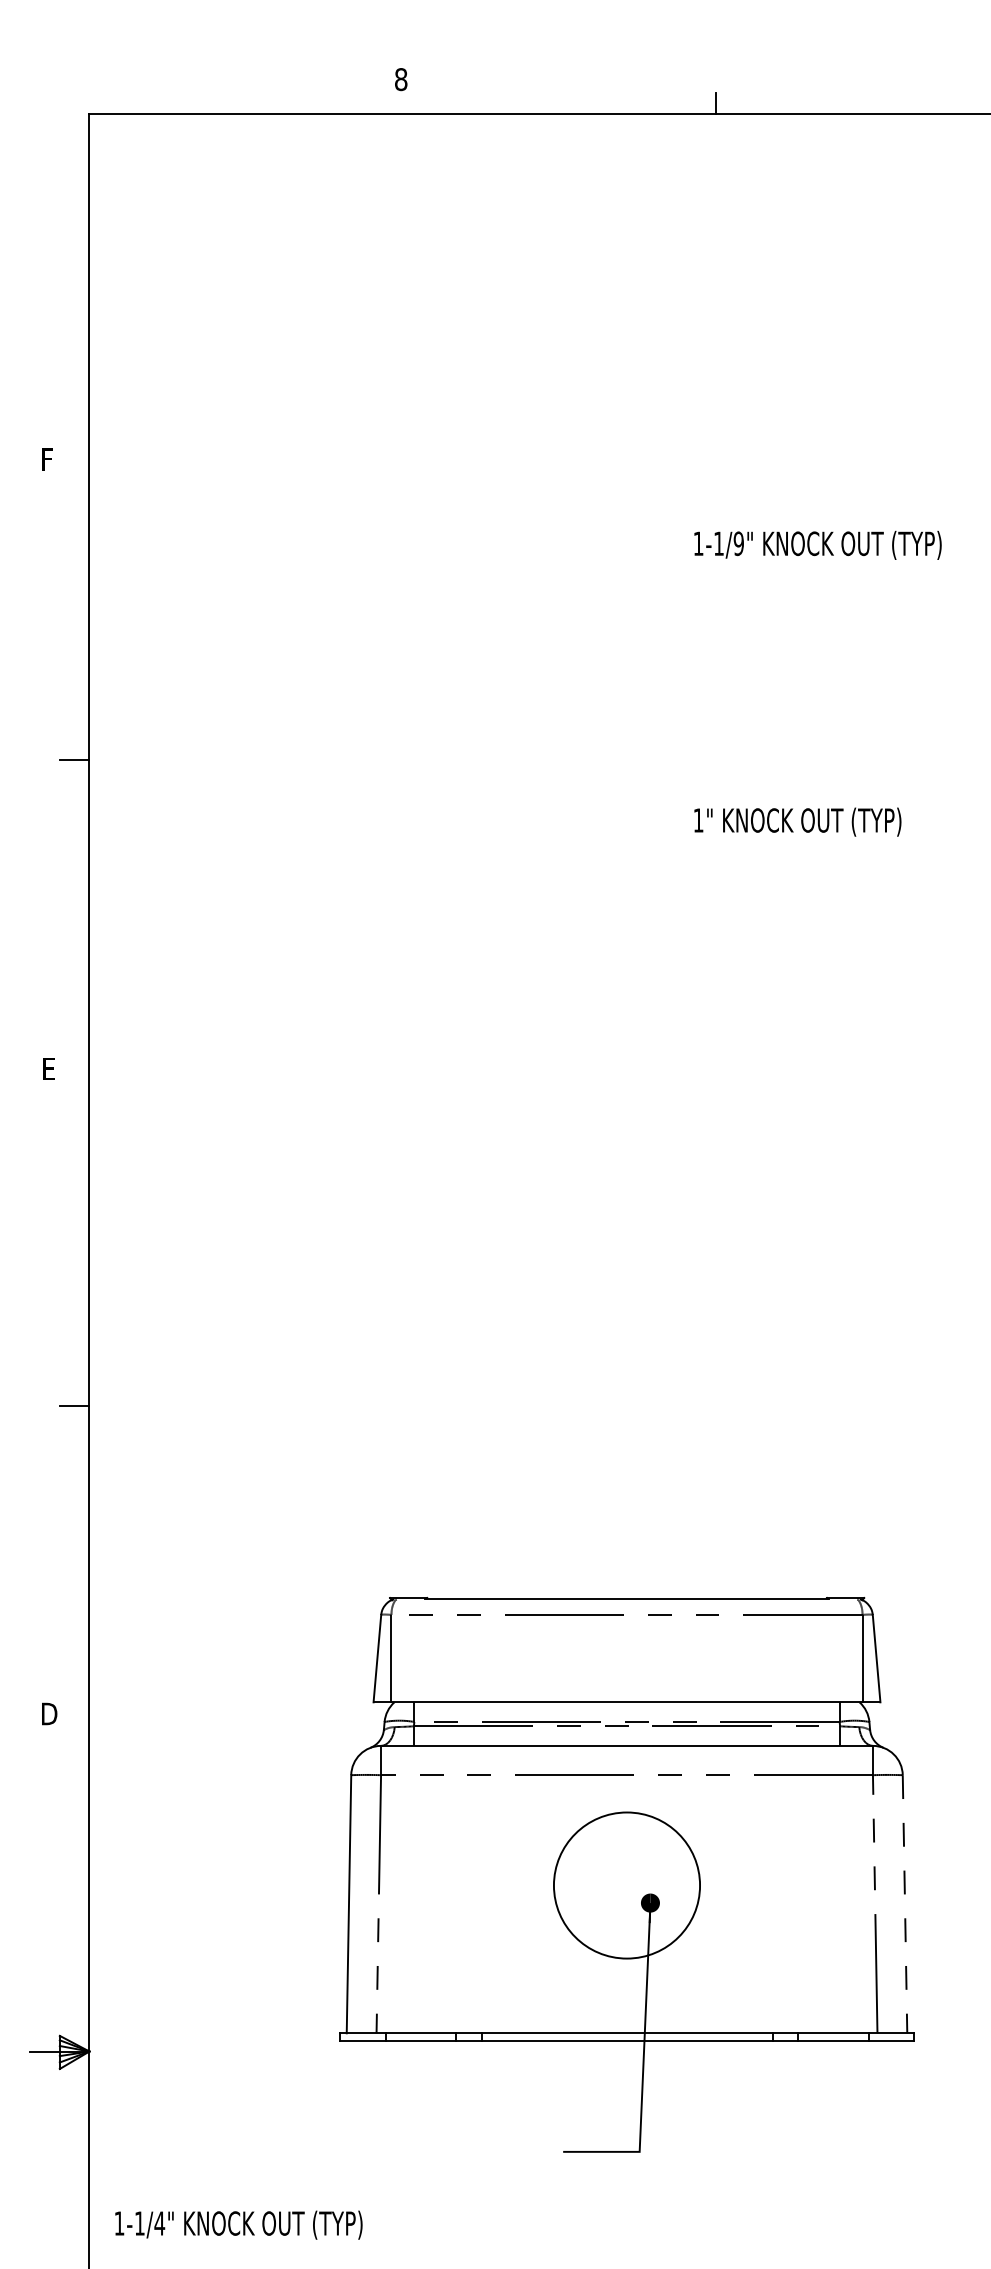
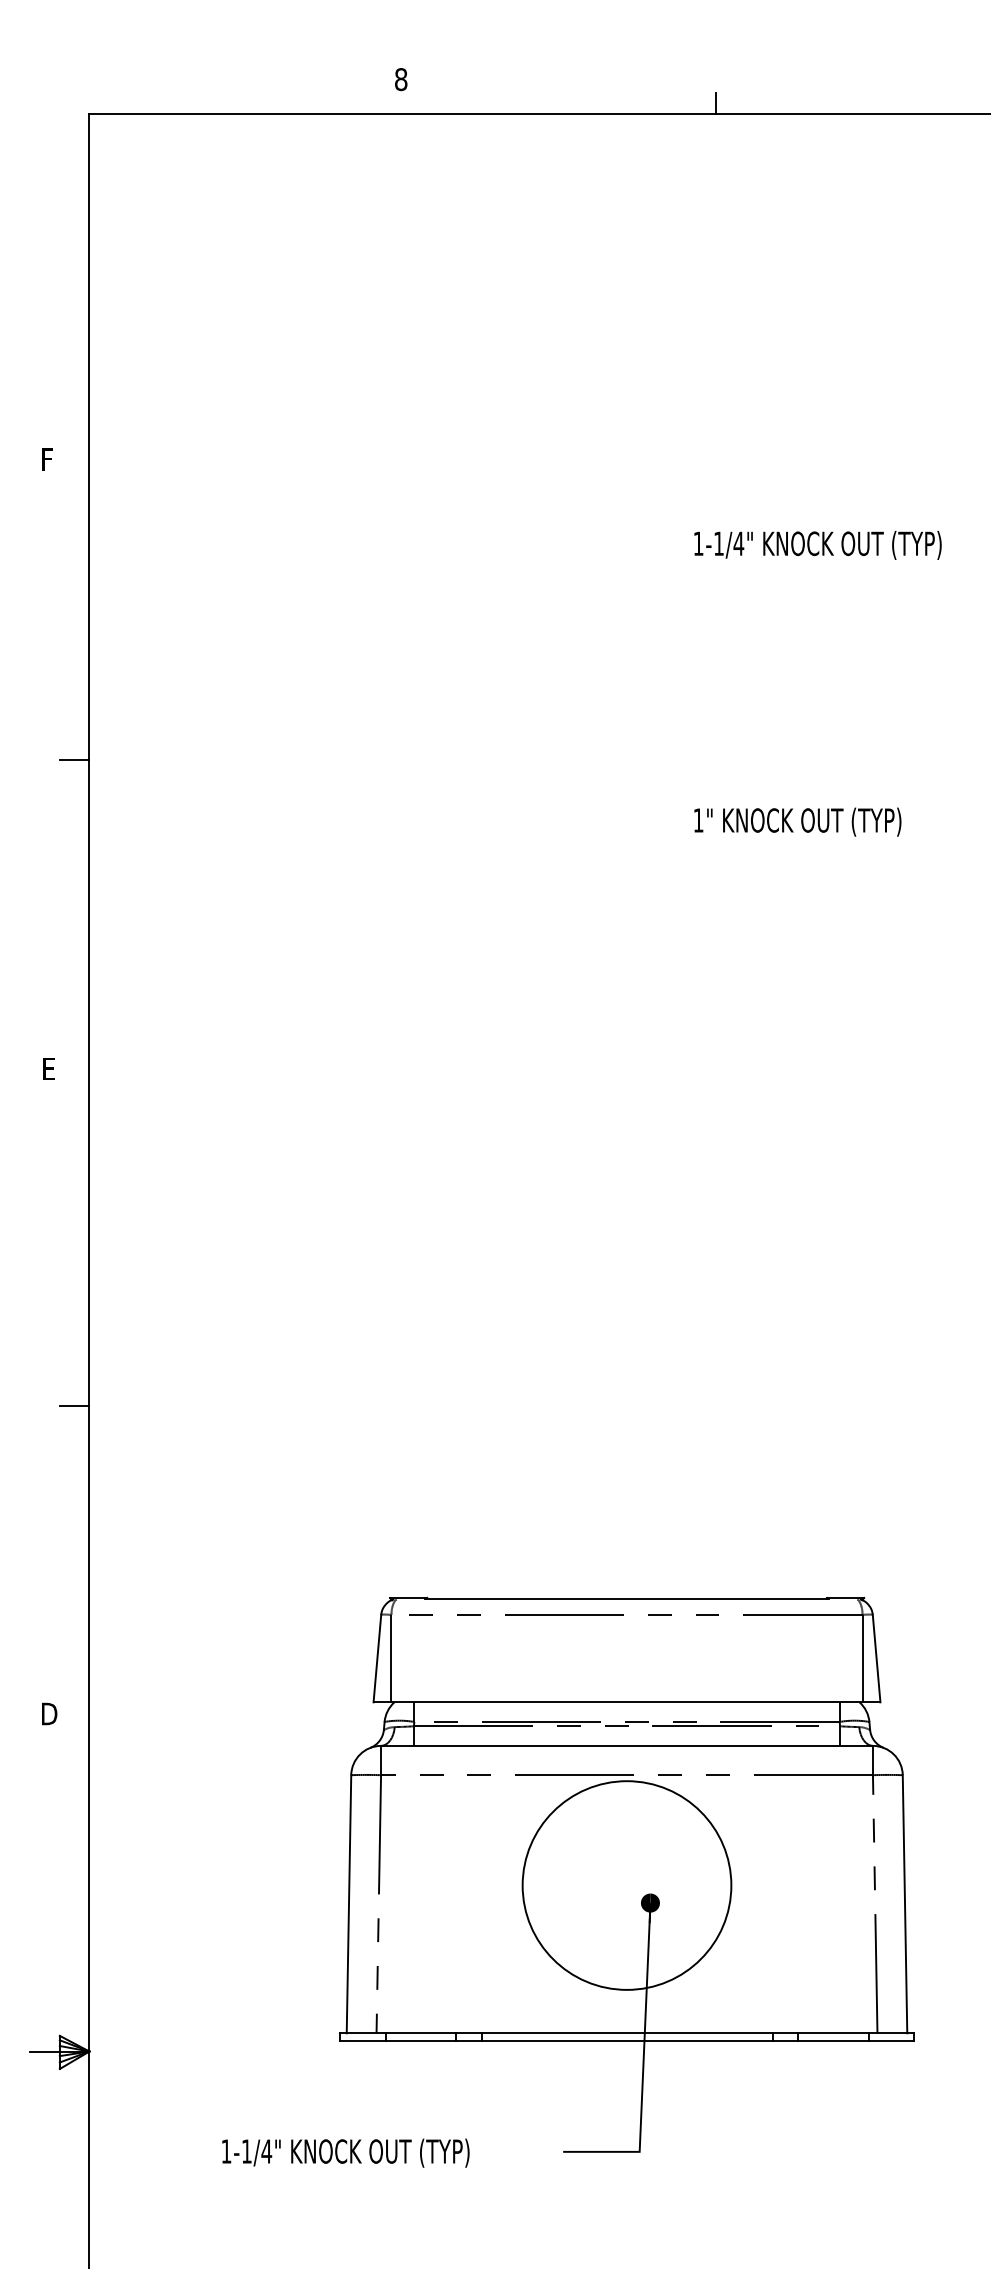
text at (738, 543): 1-1/9" -> 1-1/4"
circle at (626, 1885) diameter: 146 px -> 209 px
line at (905, 1904): dashed -> solid
text at (238, 2224) position: (238, 2224) -> (345, 2152)
